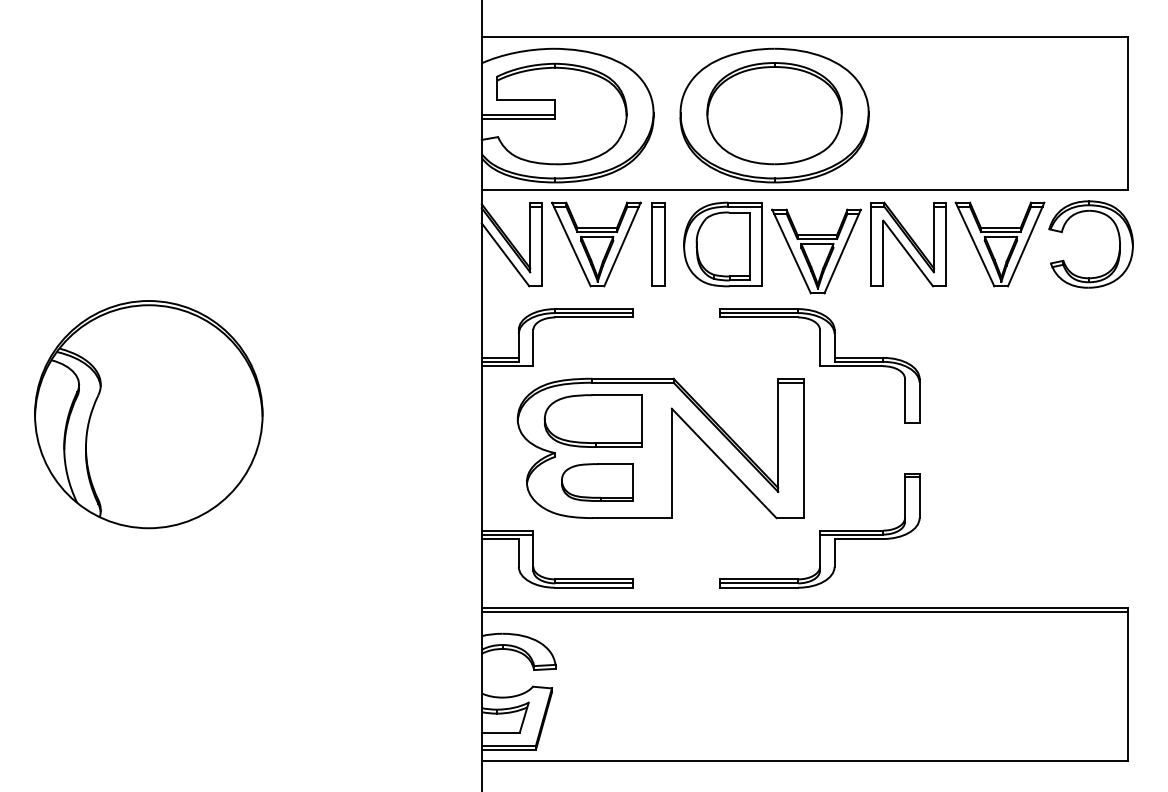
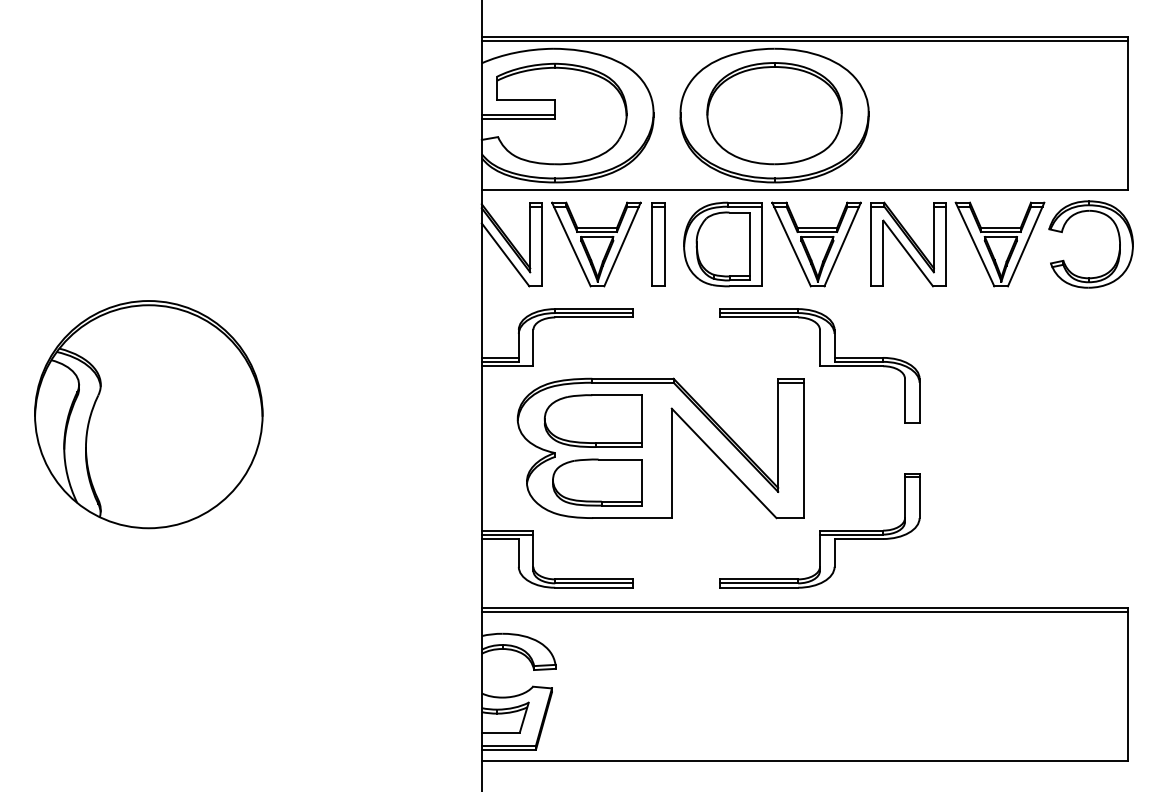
line at (804, 41): none -> present
part at (816, 251) position: (816, 251) -> (816, 244)
part at (597, 482) size: 73x39 px -> 91x49 px
